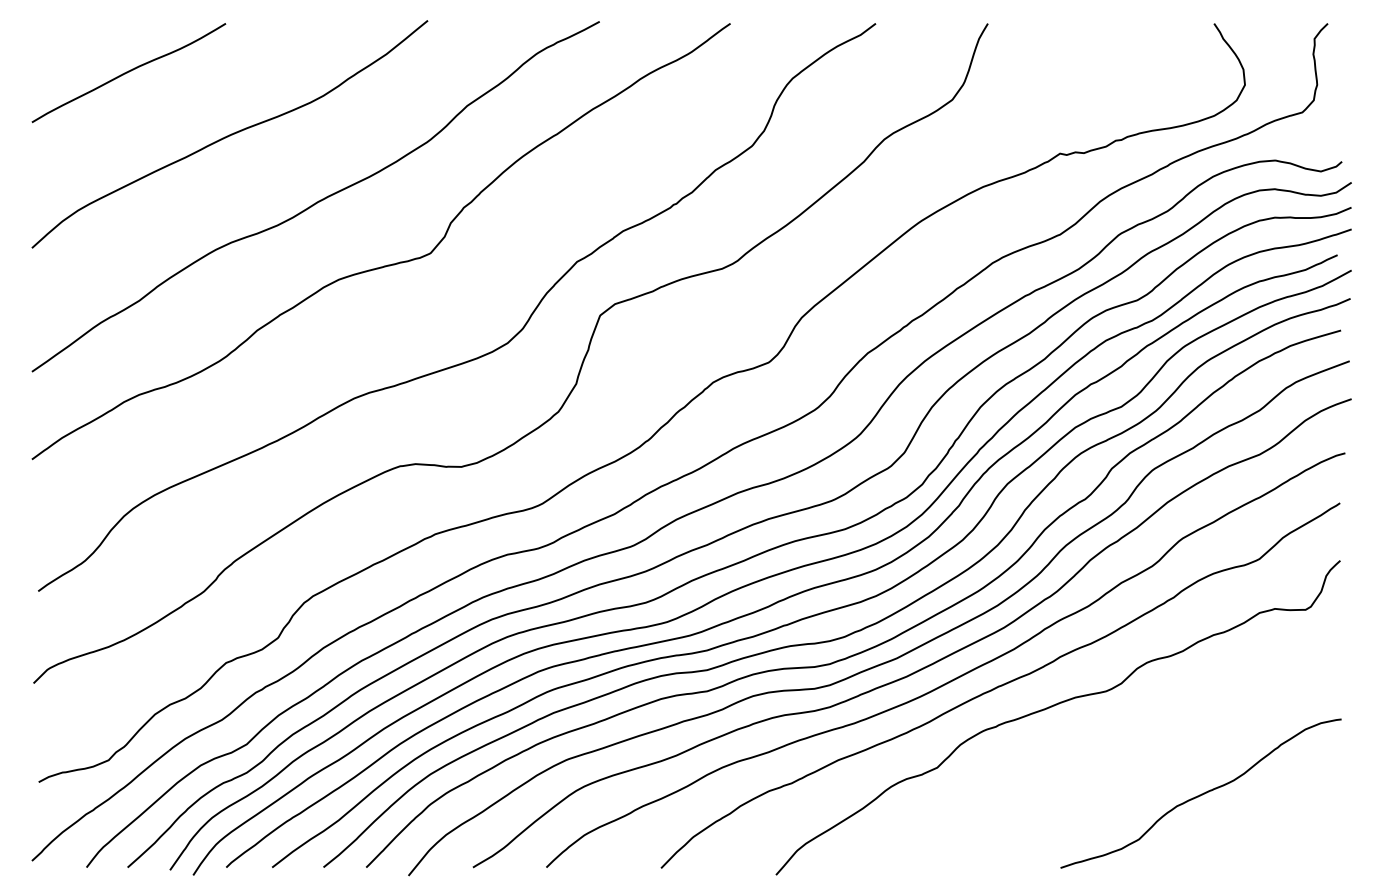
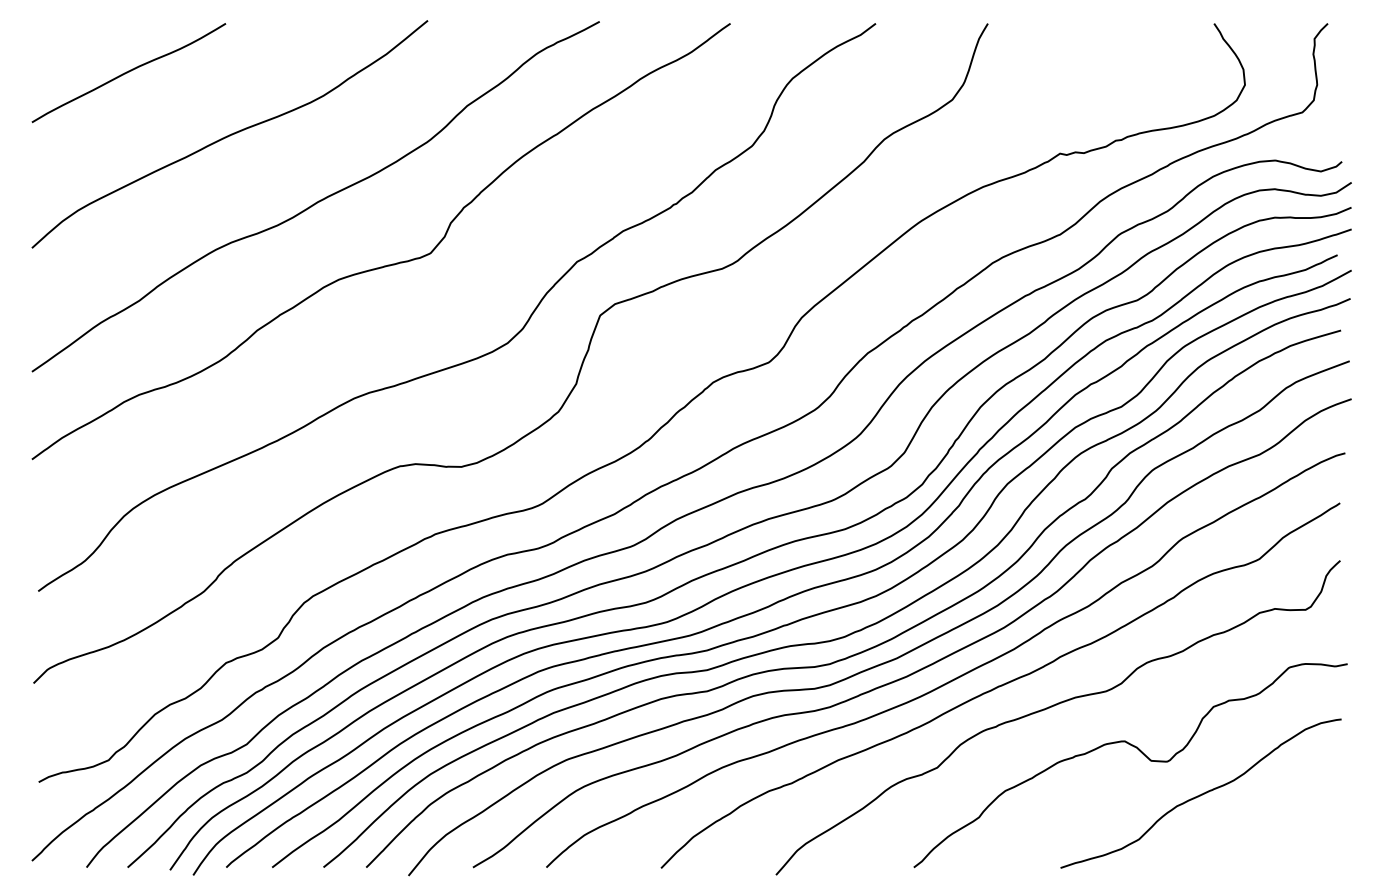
curve at (1141, 753): none -> present
